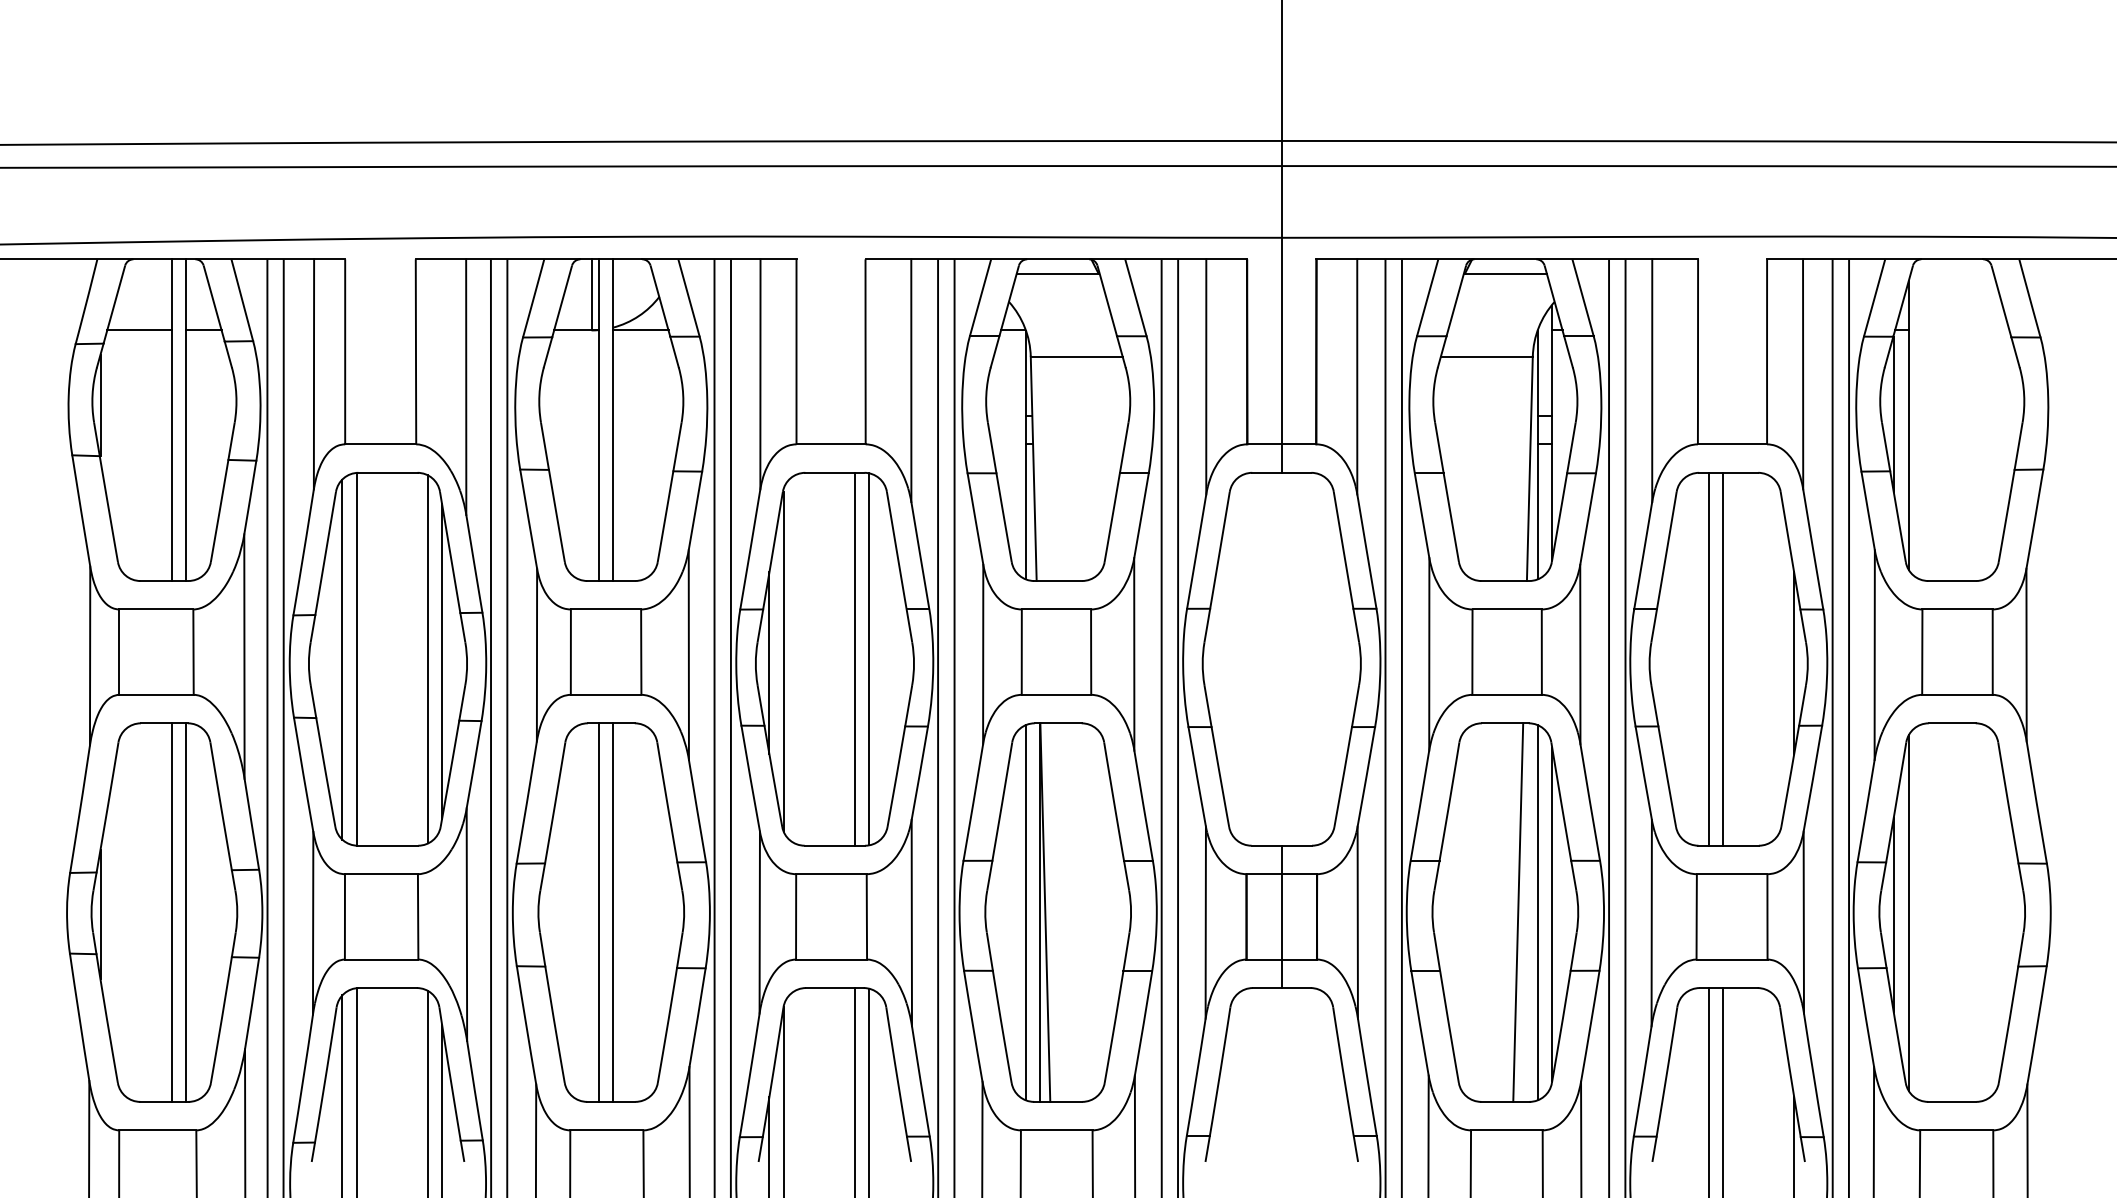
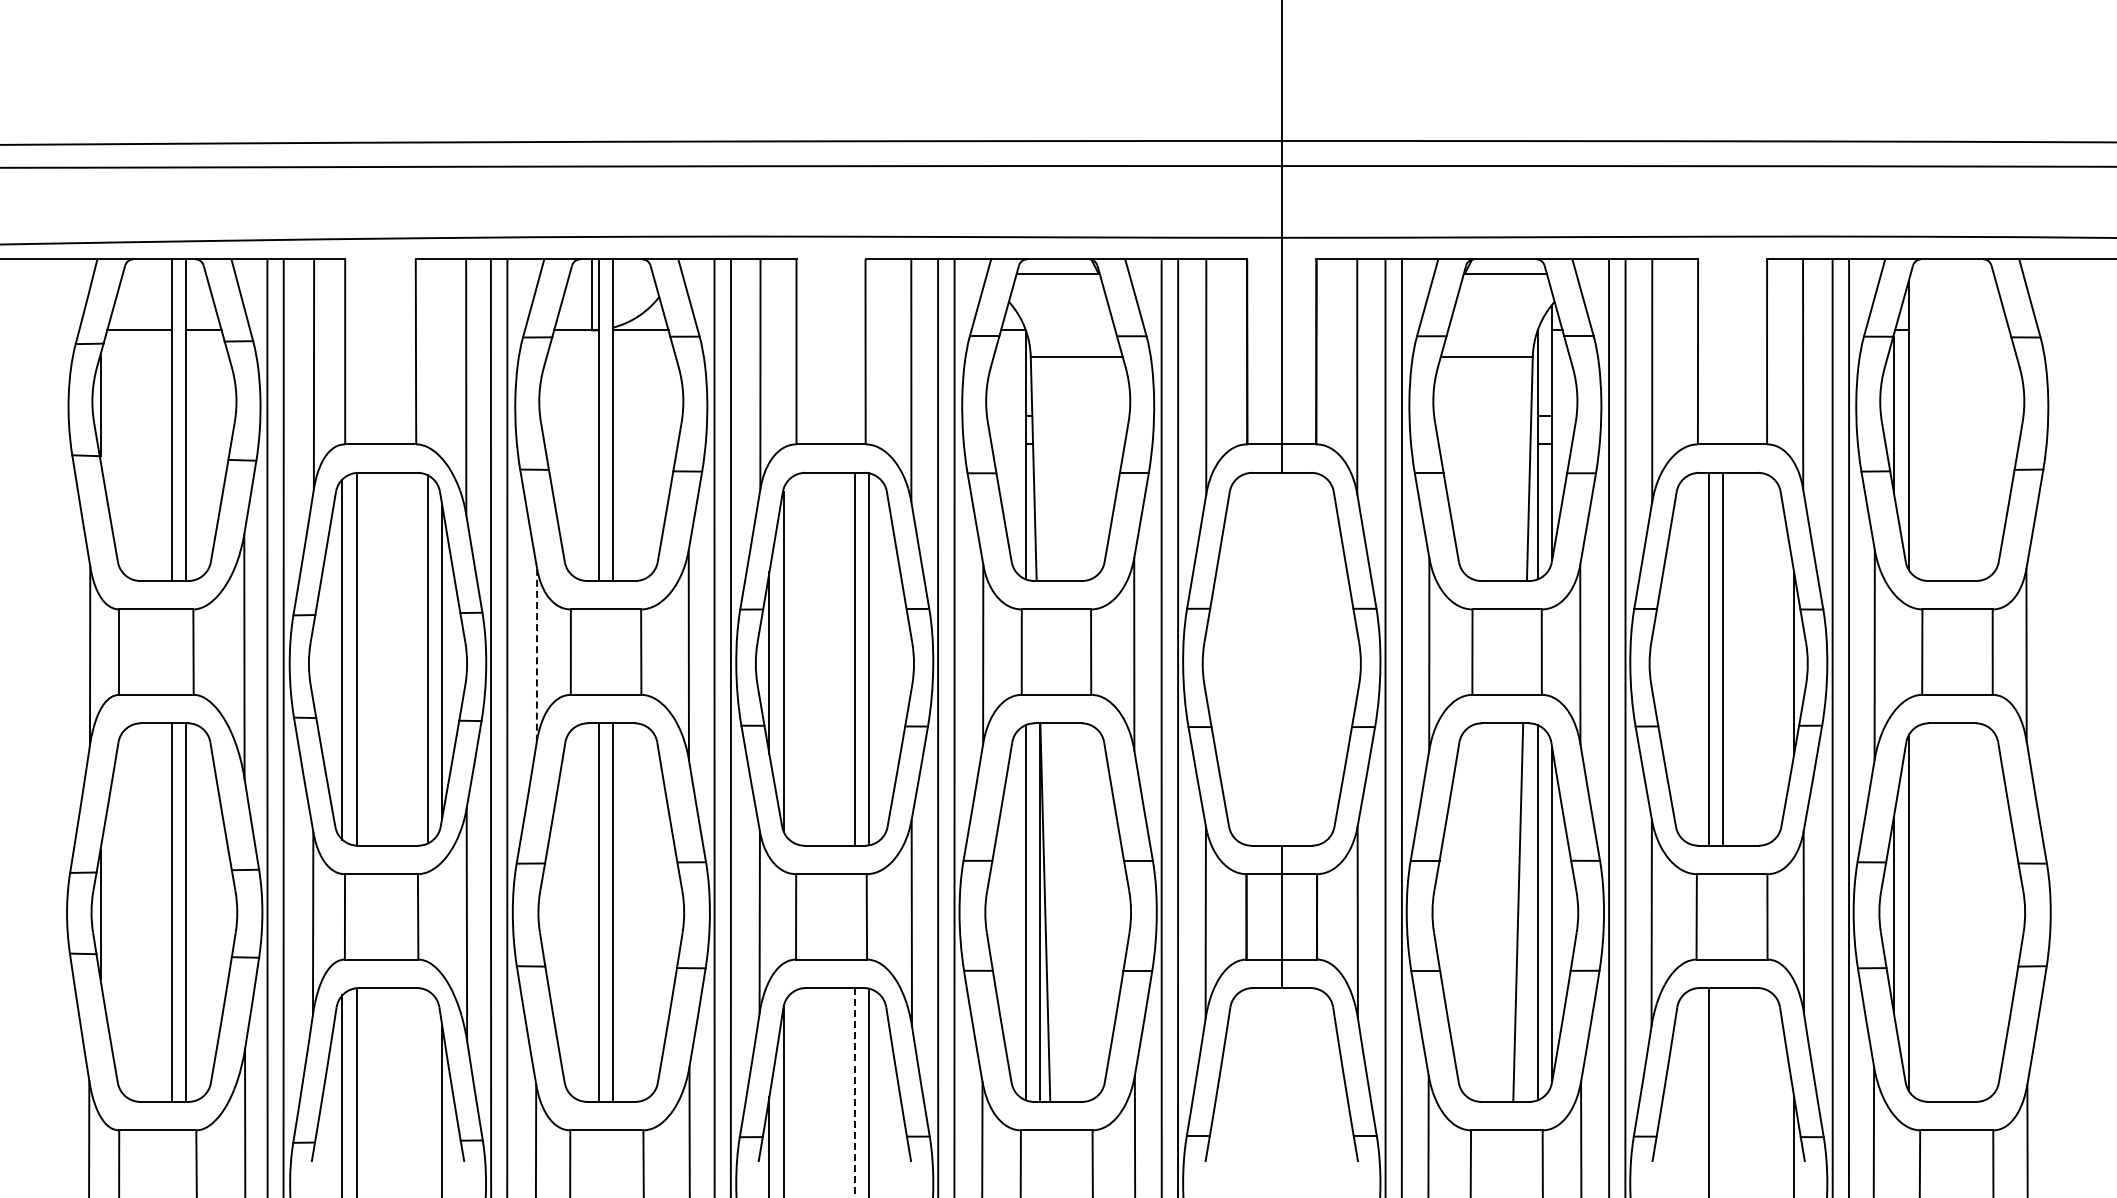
line at (537, 655): solid -> dashed
line at (1722, 1091): present -> none
line at (427, 1092): present -> none
line at (854, 1092): solid -> dashed
